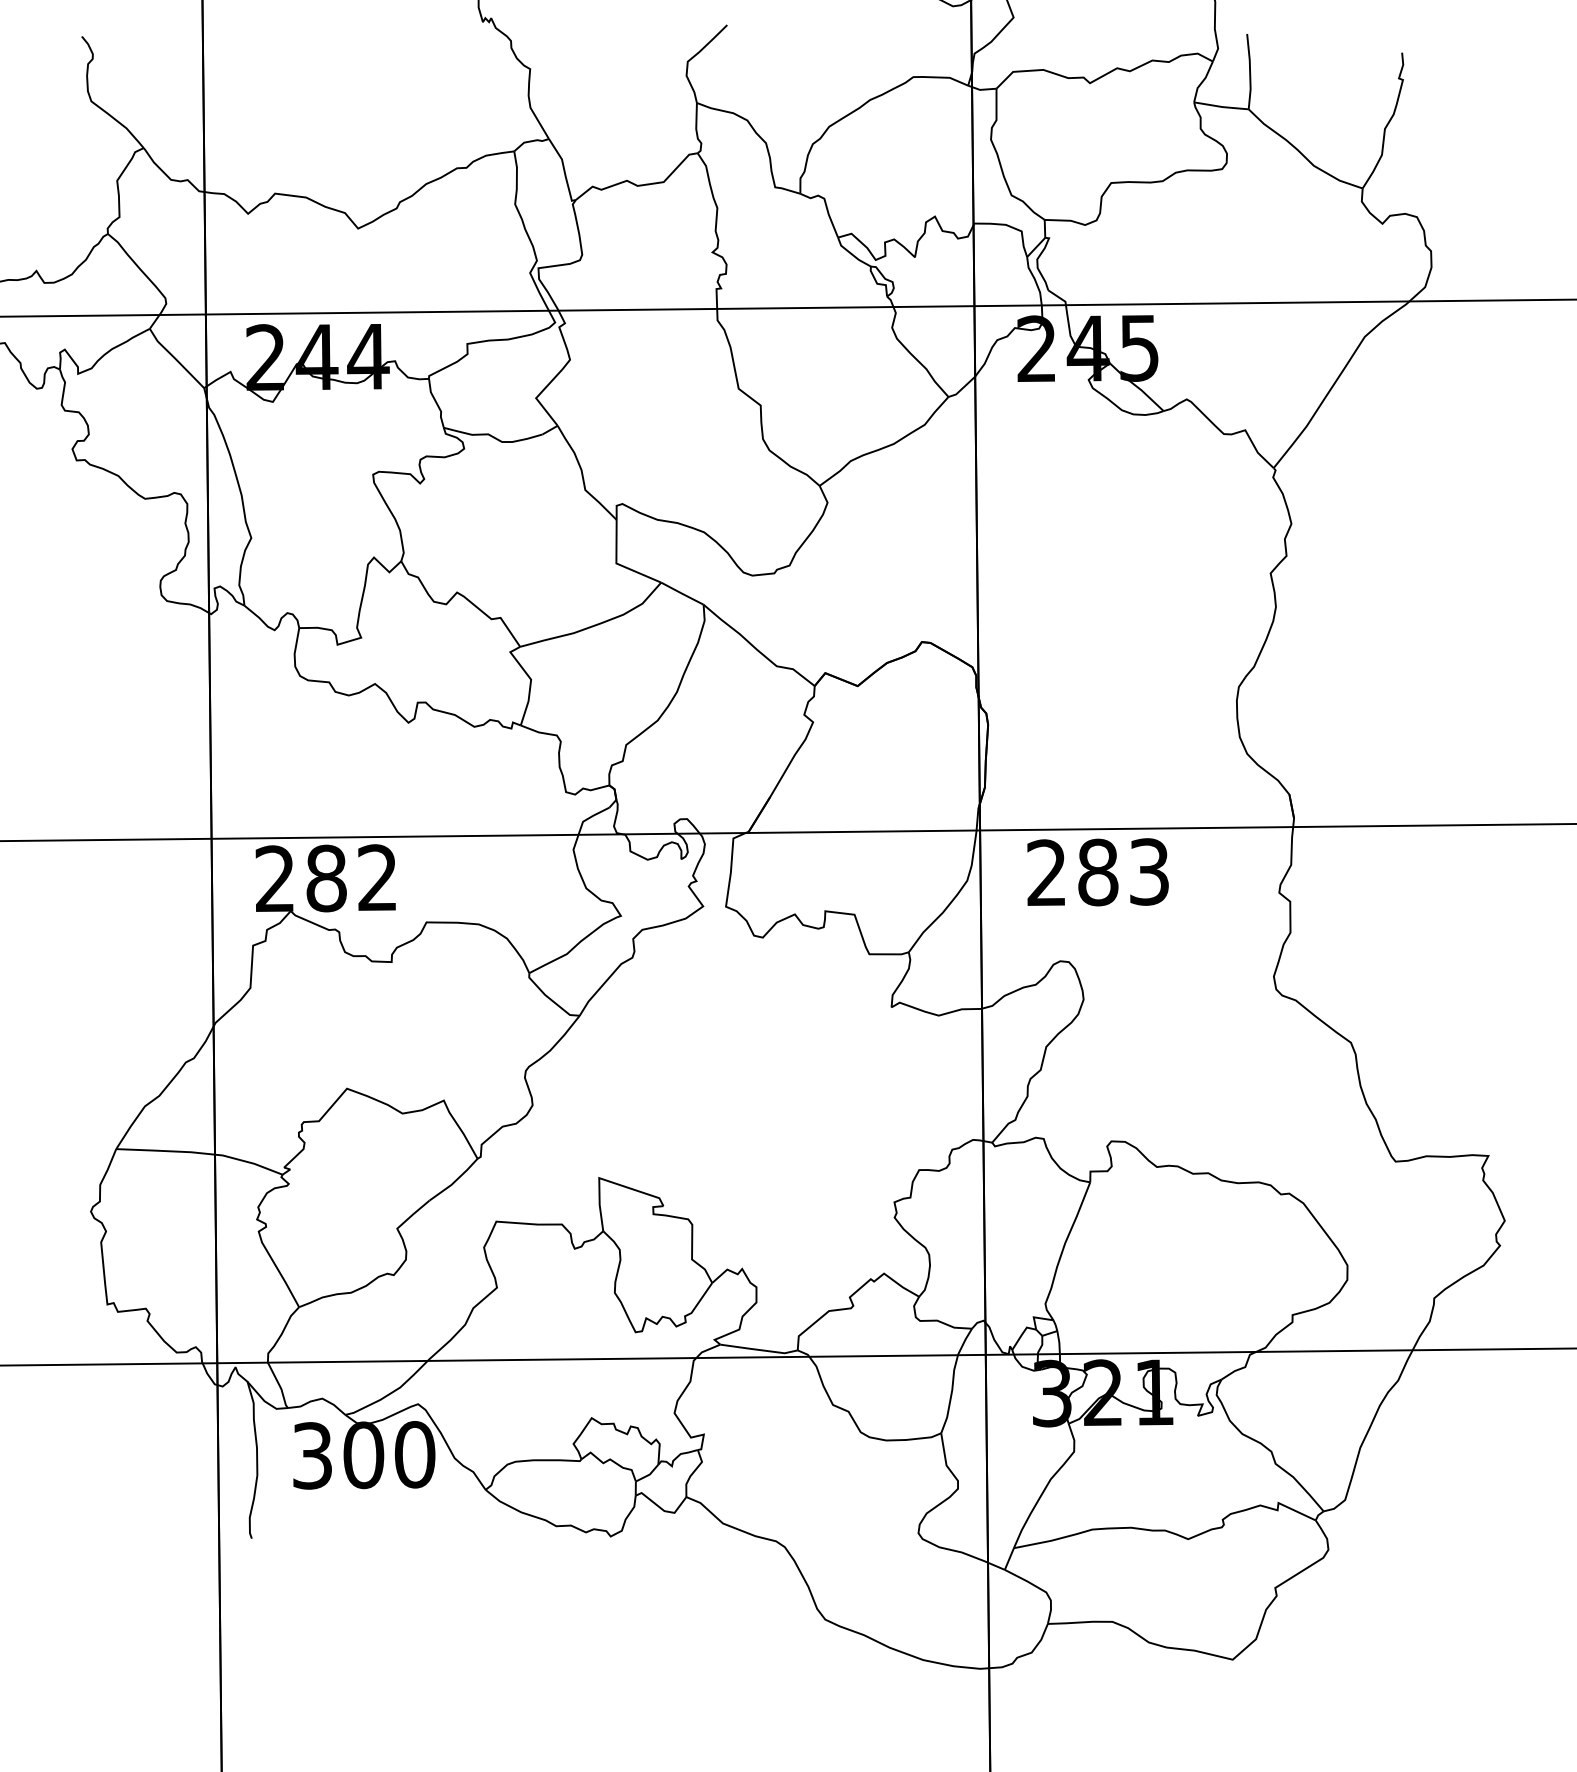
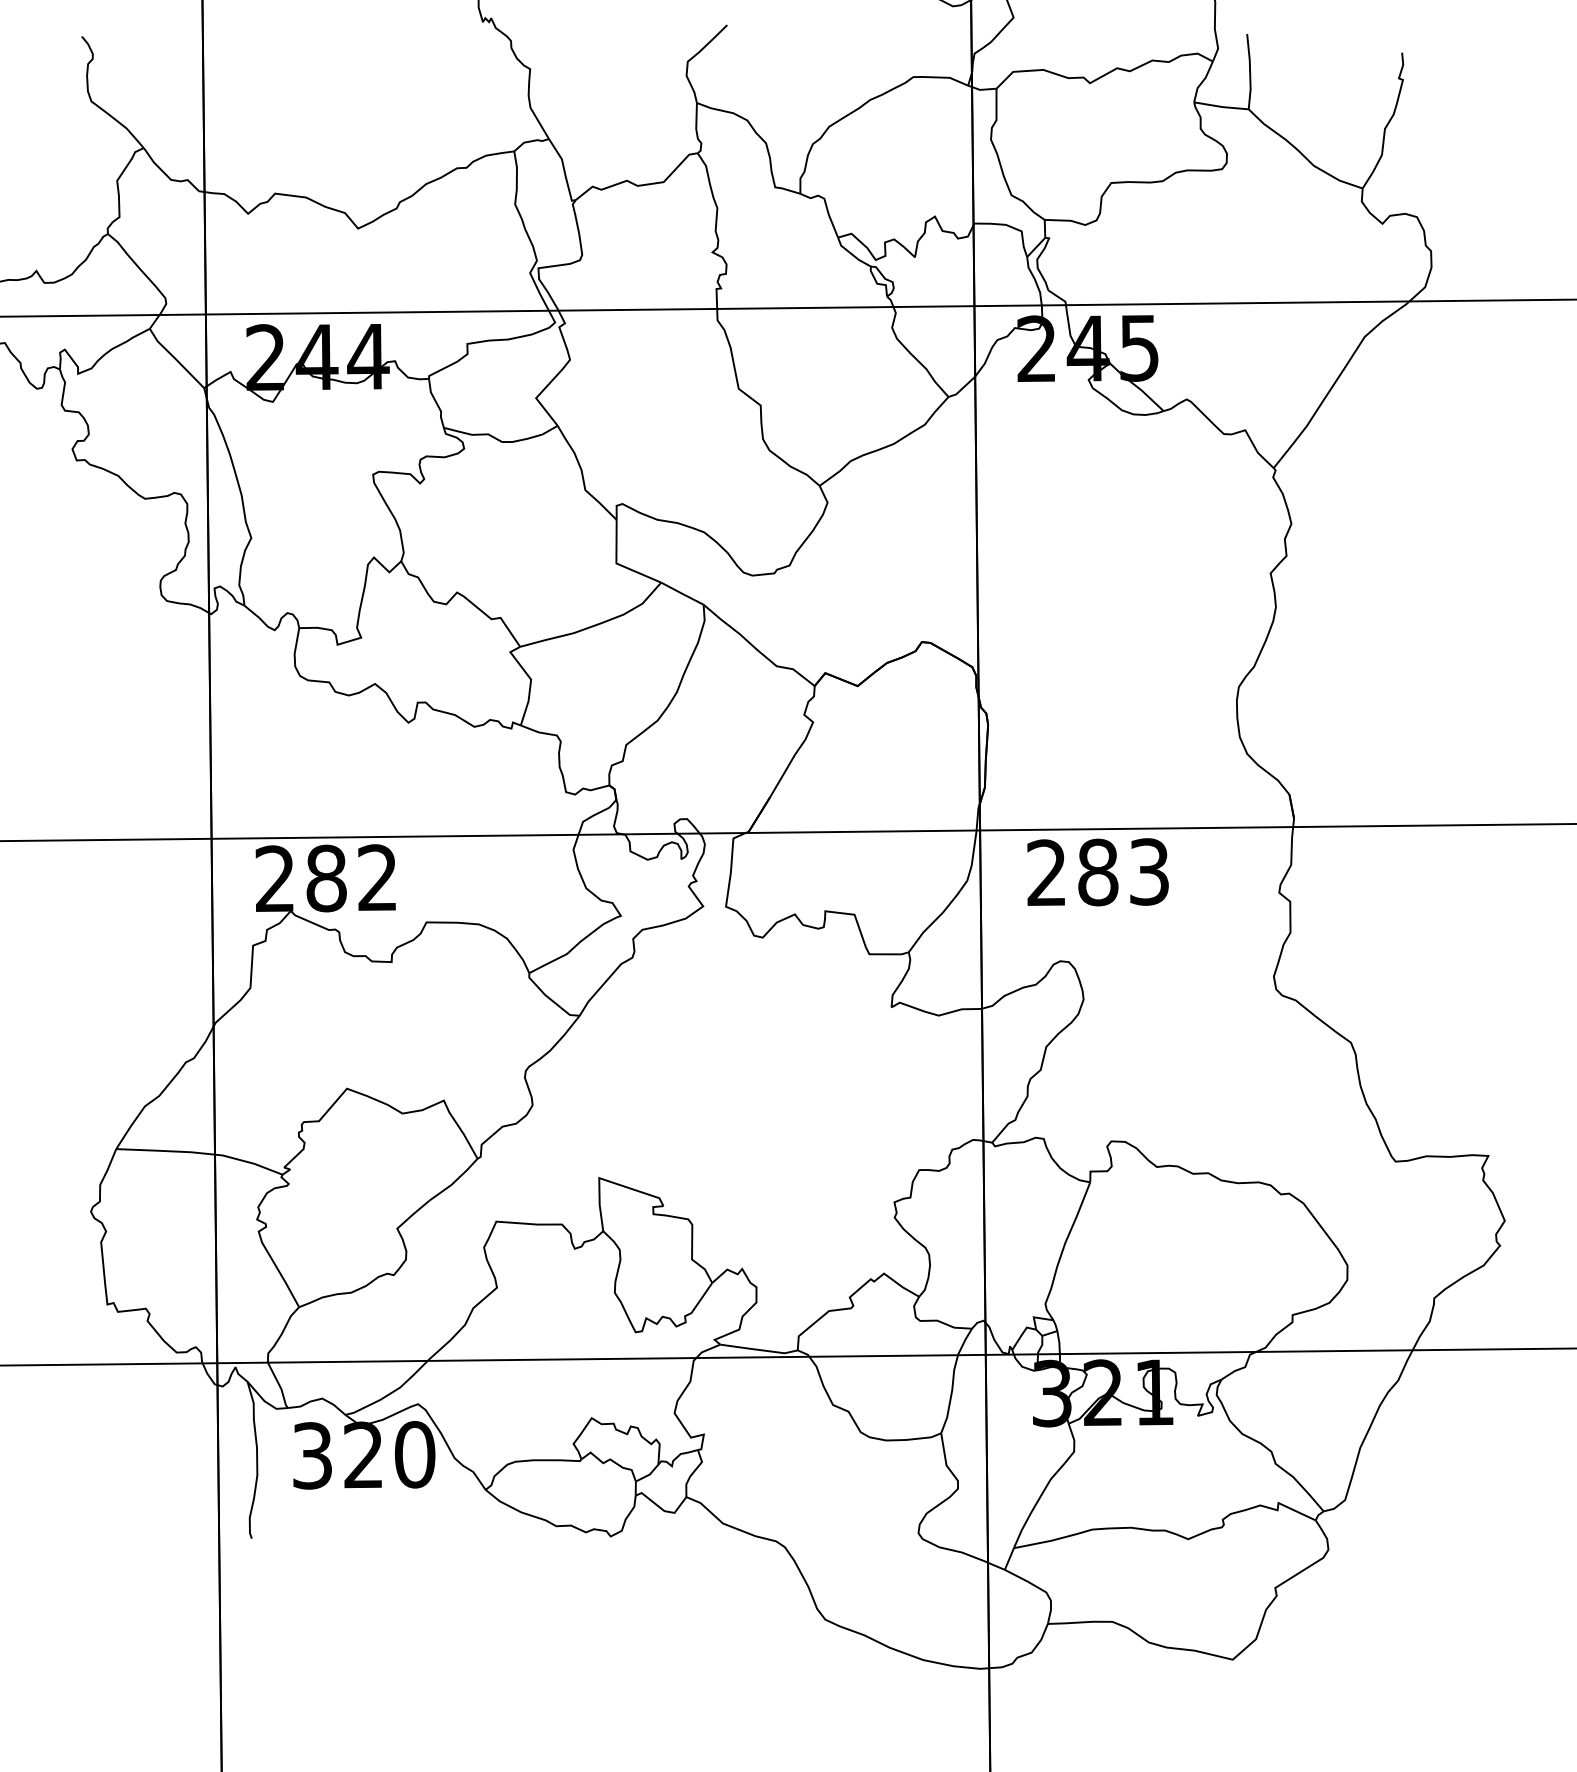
text at (363, 1455): 300 -> 320
